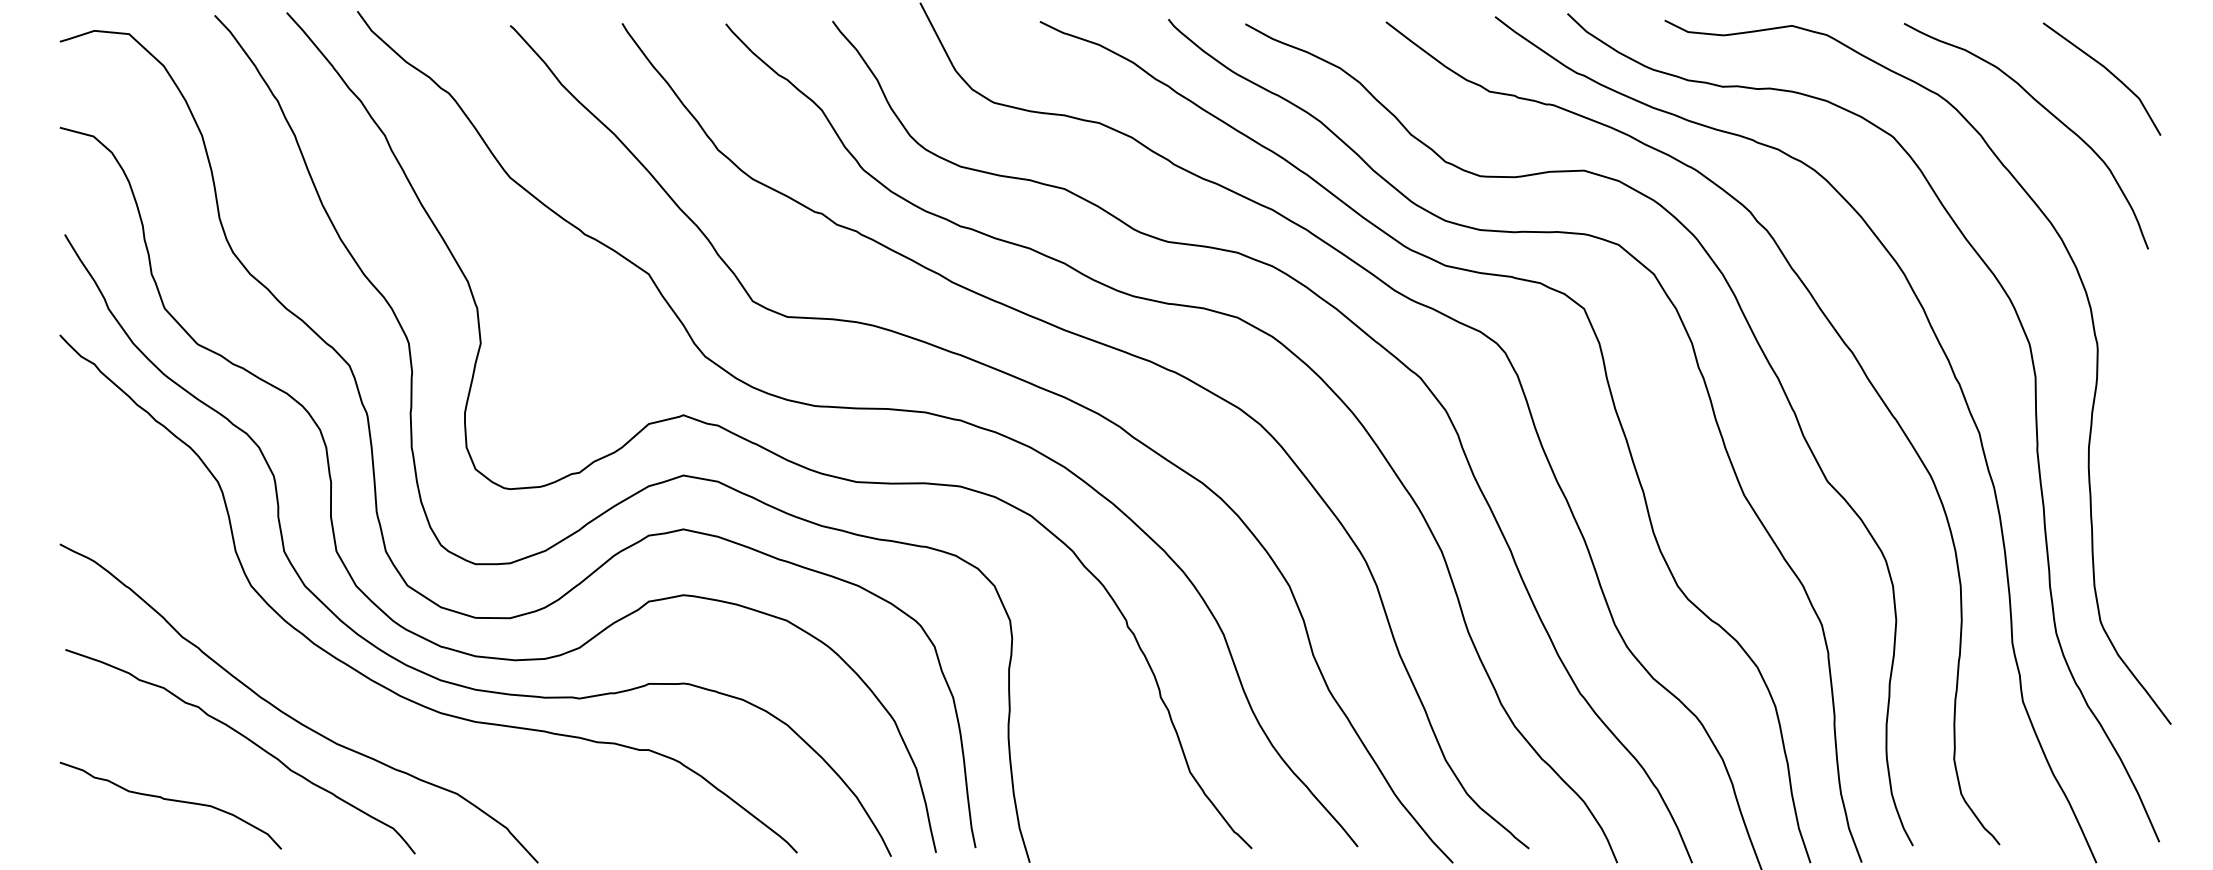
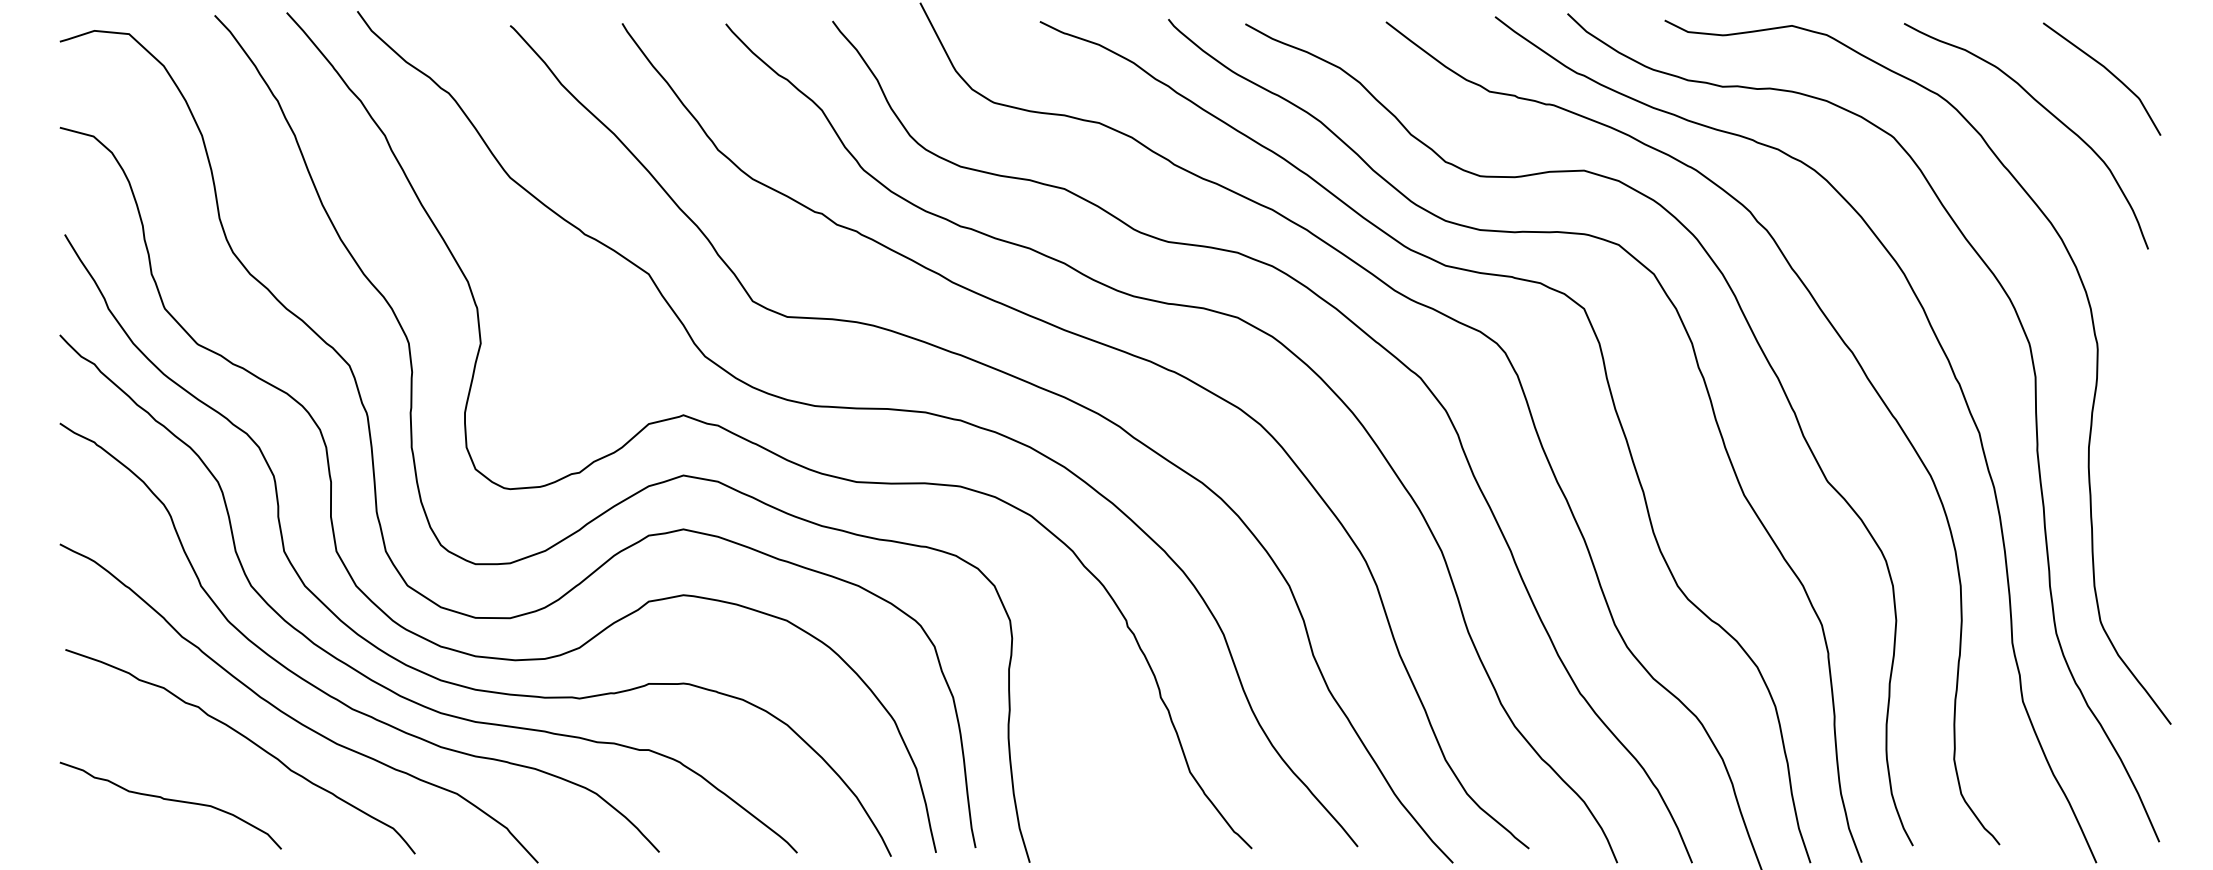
curve at (328, 693): none -> present
